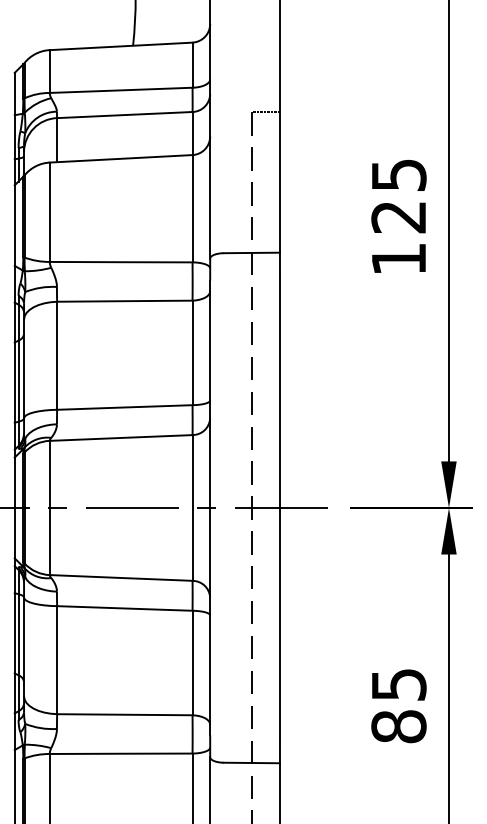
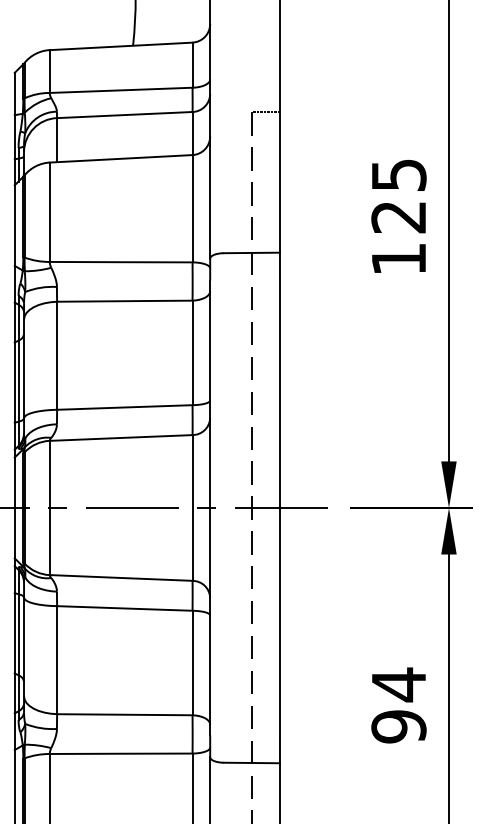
text at (398, 705): 85 -> 94
